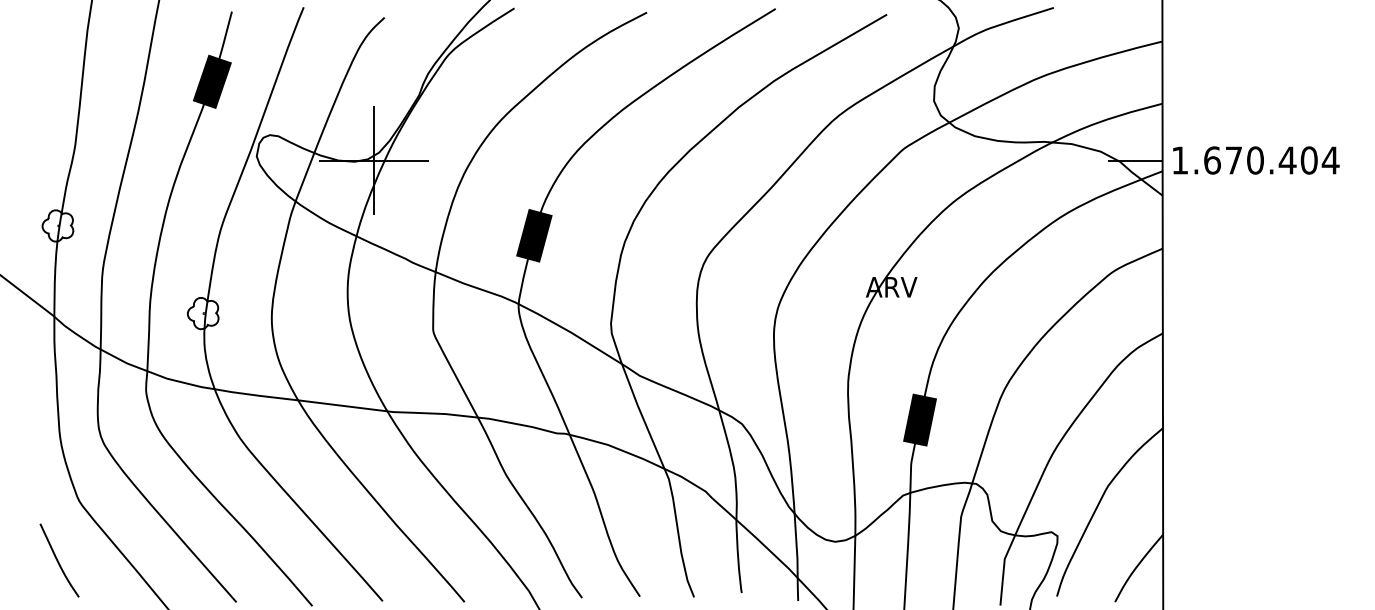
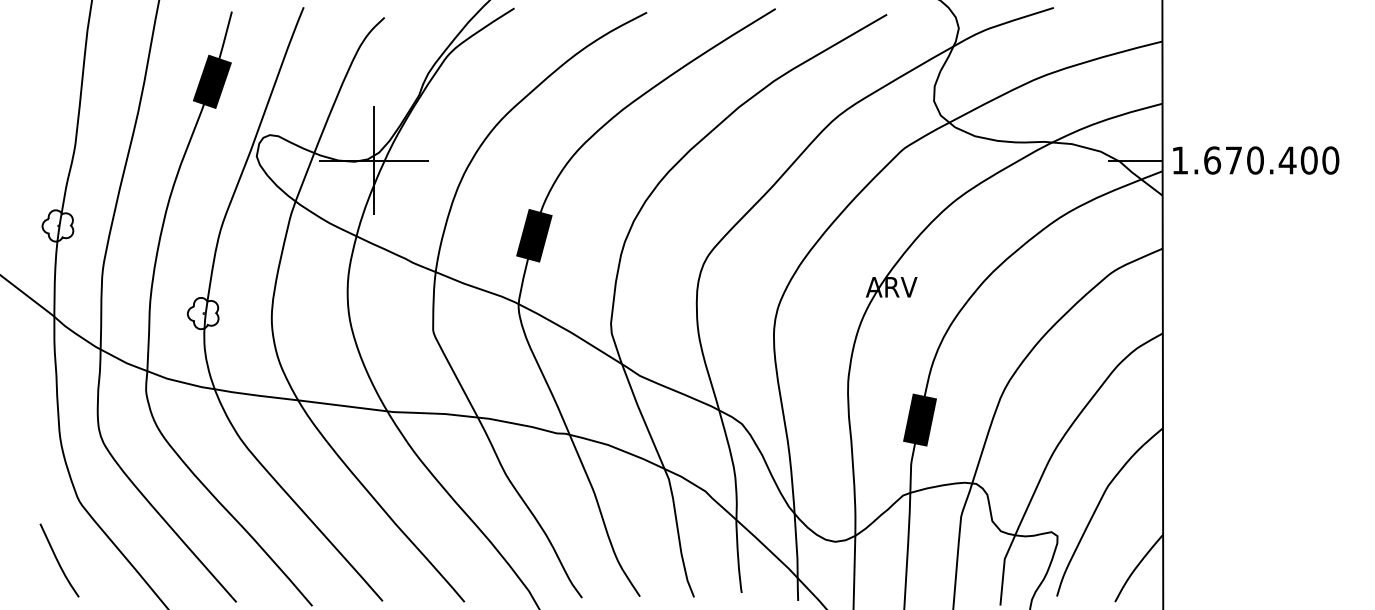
text at (1330, 160): 1.670.404 -> 1.670.400
